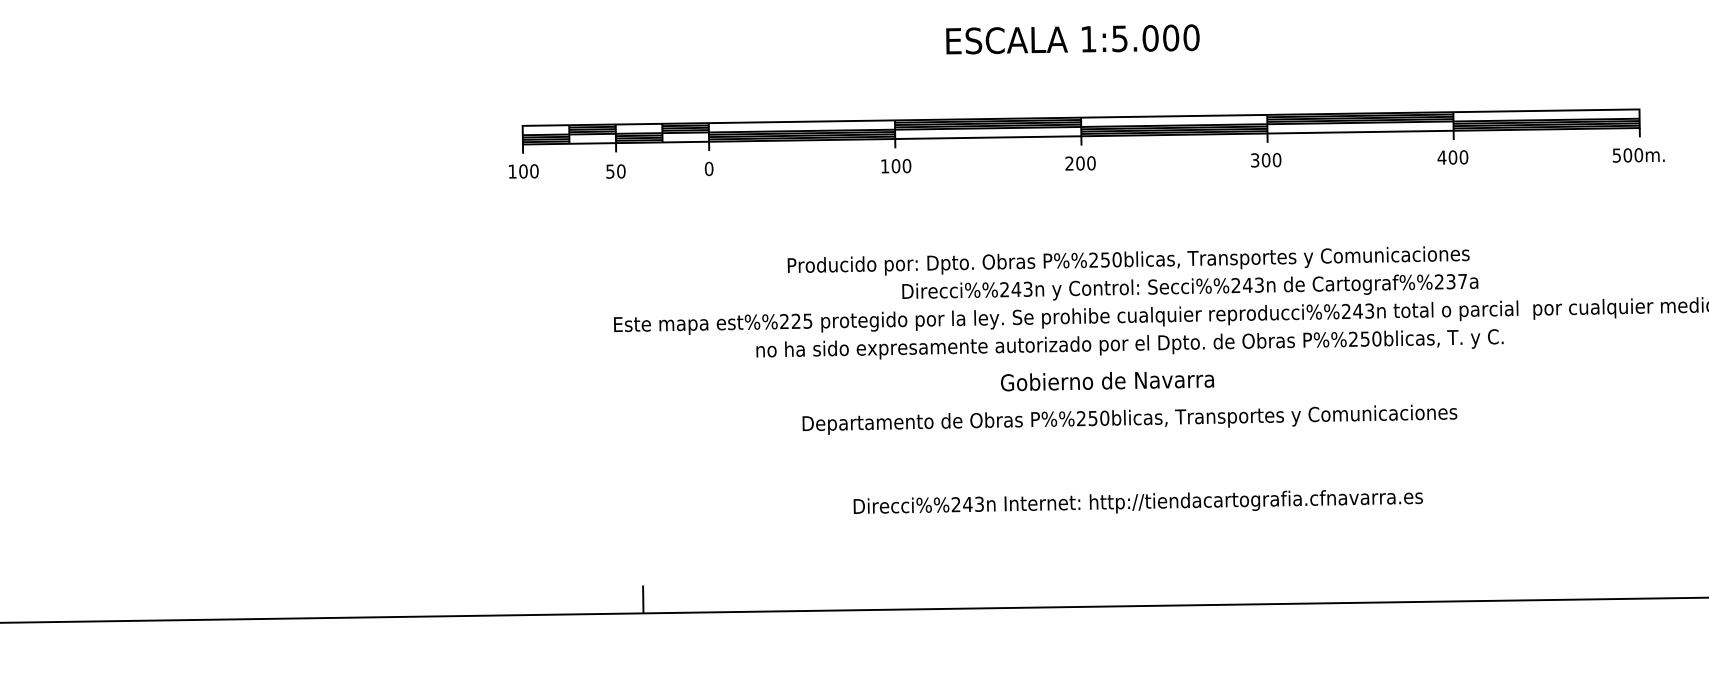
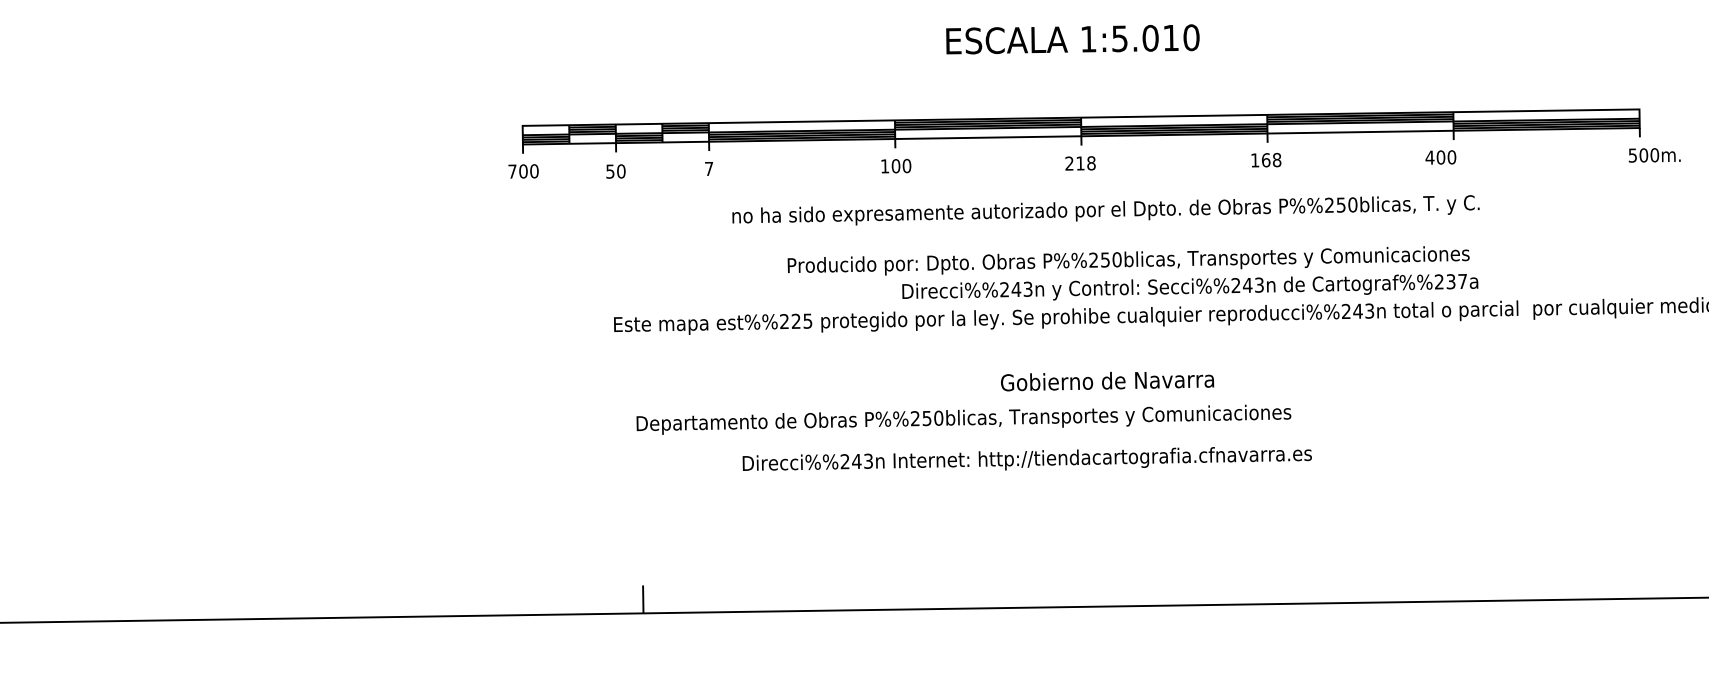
text at (1171, 37): 1:5.000 -> 1:5.010
text at (1638, 155) position: (1638, 155) -> (1654, 155)
text at (1452, 157) position: (1452, 157) -> (1440, 157)
text at (1266, 160): 300 -> 168
text at (1085, 163): 200 -> 218
text at (708, 168): 0 -> 7
text at (512, 171): 100 -> 700
text at (1129, 344) position: (1129, 344) -> (1105, 210)
text at (1129, 419) position: (1129, 419) -> (963, 419)
text at (1137, 501) position: (1137, 501) -> (1026, 458)
